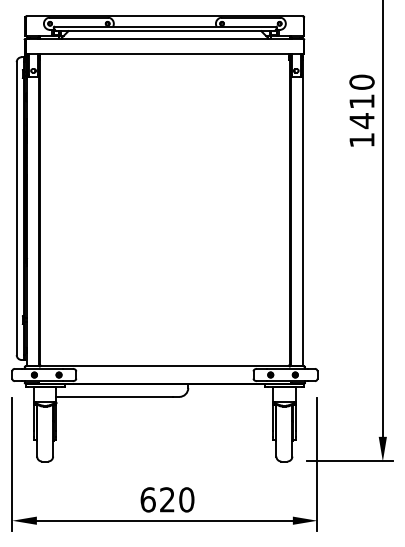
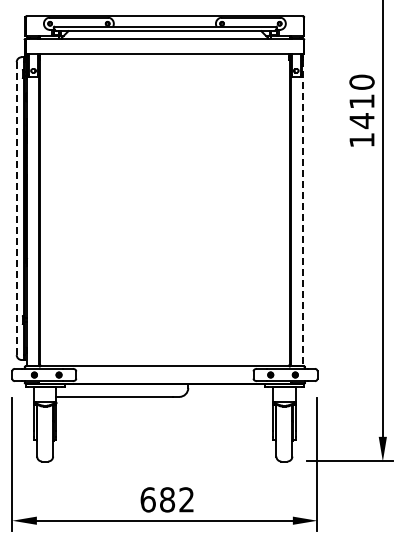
line at (16, 209): solid -> dashed
line at (302, 213): solid -> dashed
text at (177, 499): 620 -> 682
